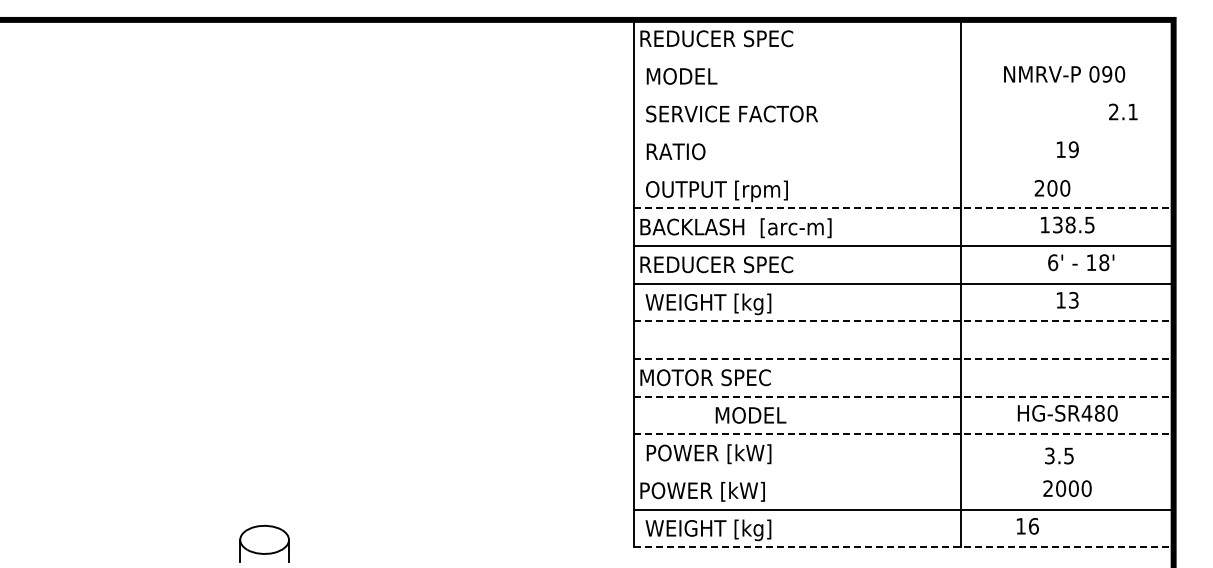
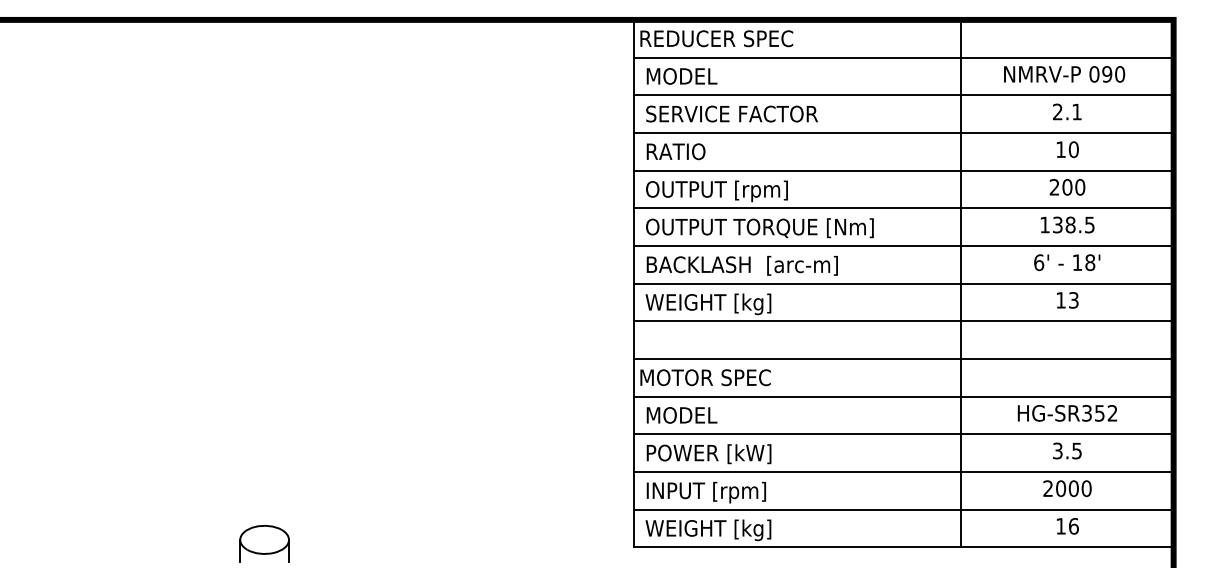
line at (903, 57): none -> present
line at (903, 95): none -> present
text at (1123, 111) position: (1123, 111) -> (1067, 111)
line at (903, 132): none -> present
text at (1073, 149): 19 -> 10
line at (903, 170): none -> present
text at (1052, 188) position: (1052, 188) -> (1067, 187)
line at (903, 208): dashed -> solid
text at (756, 228): BACKLASH  [arc-m] -> OUTPUT TORQUE [Nm]
text at (1081, 262) position: (1081, 262) -> (1067, 262)
text at (738, 265): REDUCER SPEC -> BACKLASH  [arc-m]
line at (903, 321): dashed -> solid
line at (903, 358): dashed -> solid
line at (903, 396): dashed -> solid
text at (1099, 413): HG-SR480 -> HG-SR352
text at (750, 415) position: (750, 415) -> (681, 415)
line at (903, 434): dashed -> solid
text at (1059, 455) position: (1059, 455) -> (1067, 450)
line at (903, 471): none -> present
text at (703, 492): POWER [kW] -> INPUT [rpm]
text at (1027, 526) position: (1027, 526) -> (1067, 526)
line at (903, 547): dashed -> solid
